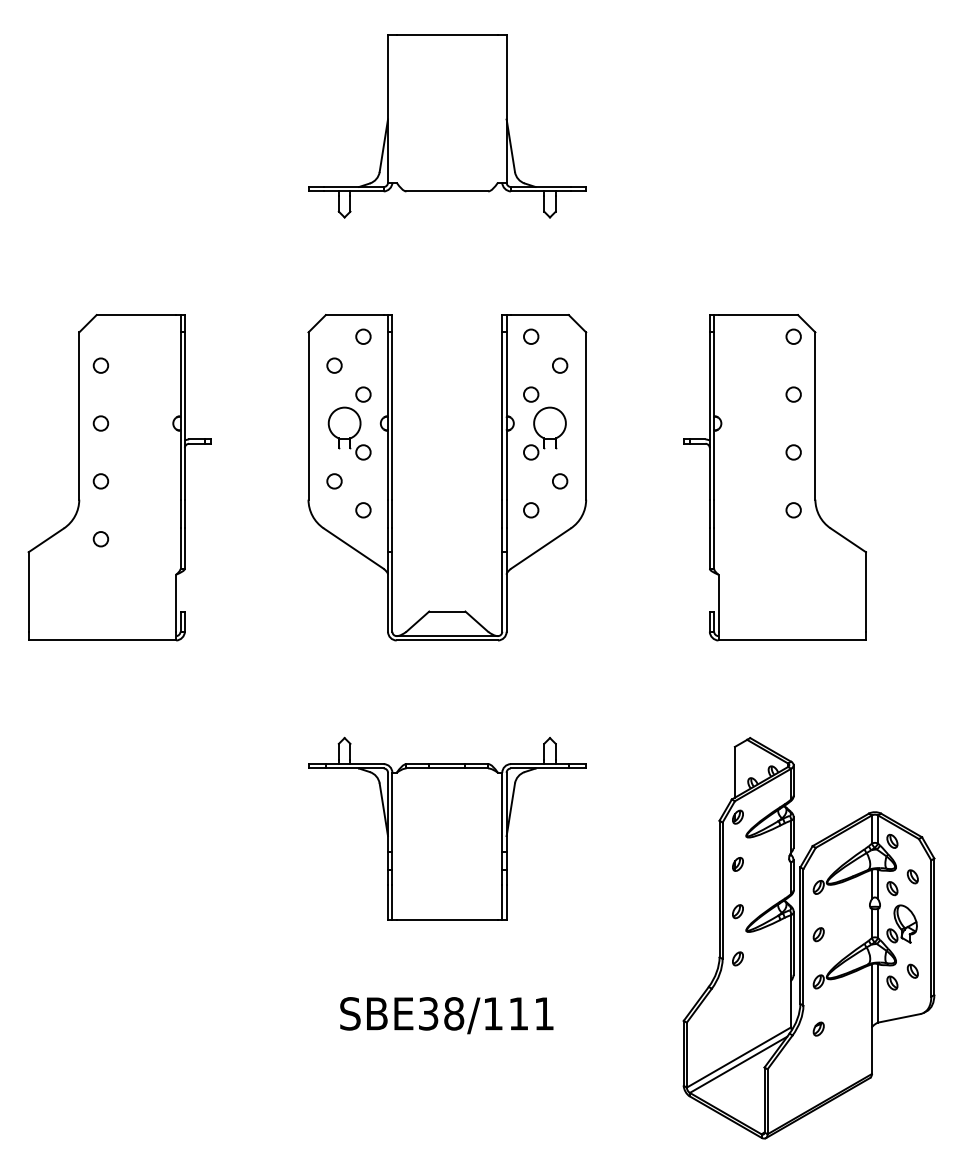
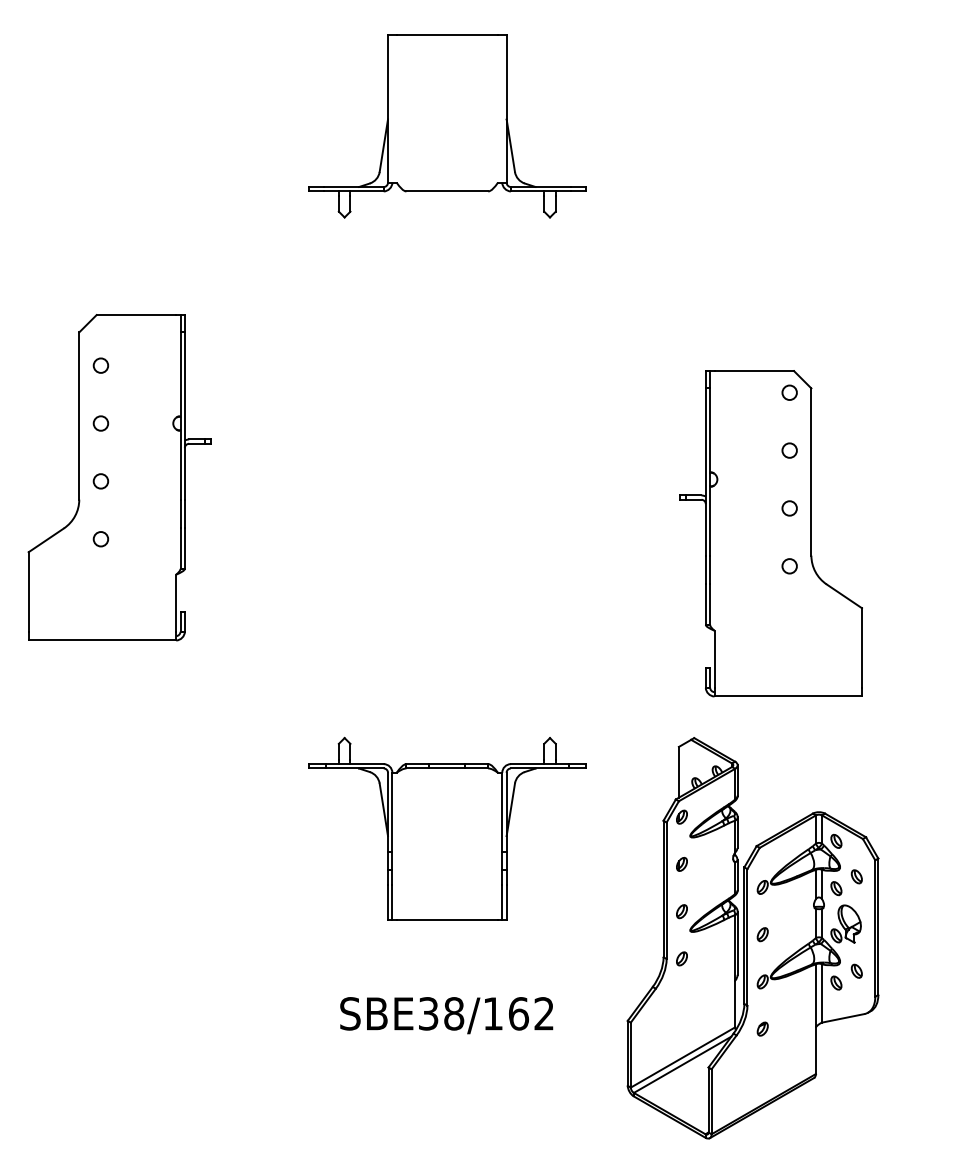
part at (501, 477): present -> none
part at (774, 477) position: (774, 477) -> (770, 533)
part at (808, 938) position: (808, 938) -> (752, 938)
text at (531, 1013): SBE38/111 -> SBE38/162
